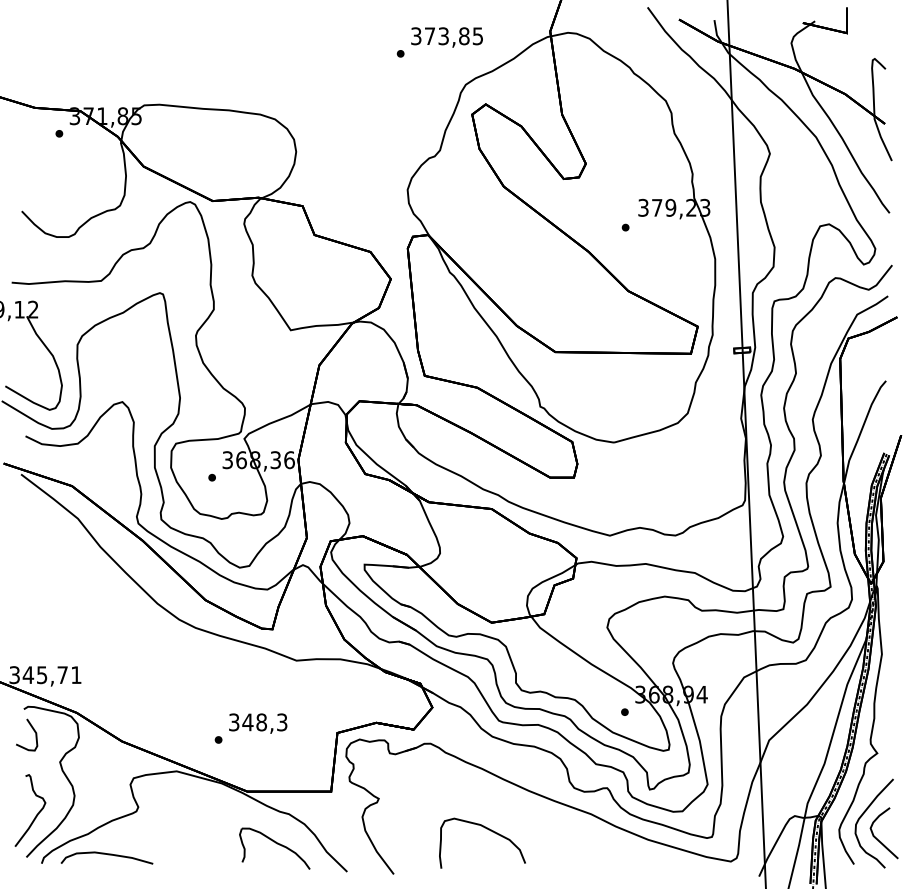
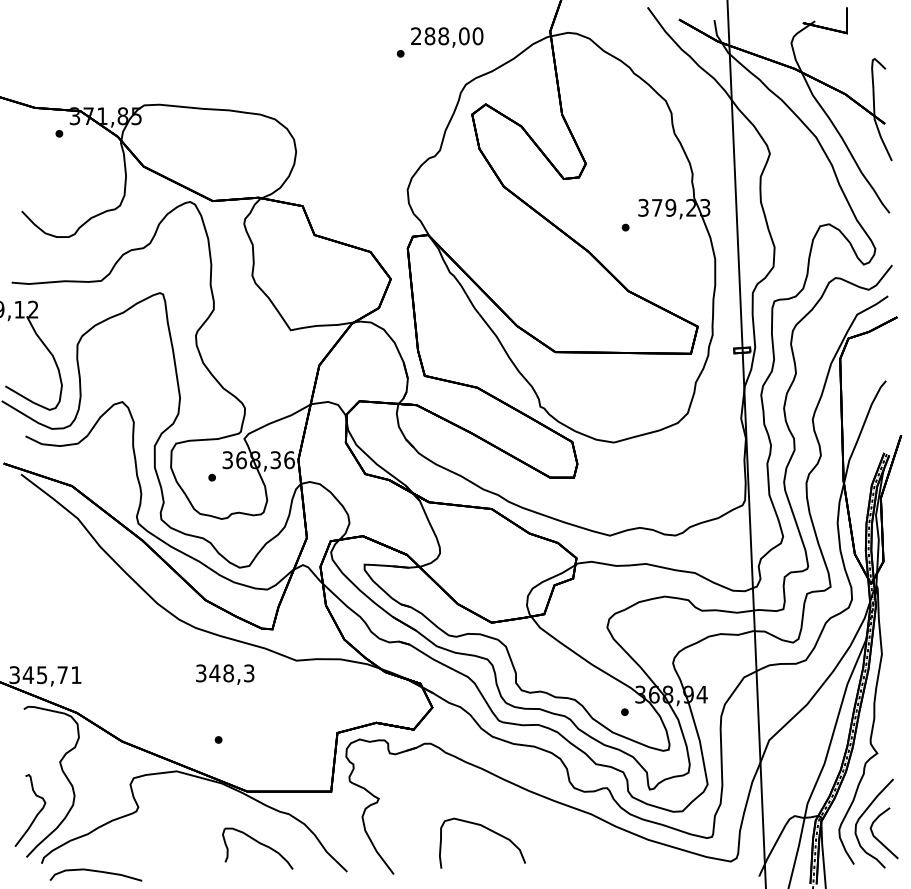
text at (447, 36): 373,85 -> 288,00
text at (258, 723) position: (258, 723) -> (225, 674)
curve at (32, 729): present -> none
part at (274, 848) position: (274, 848) -> (257, 848)
curve at (108, 855) position: (108, 855) -> (97, 872)
